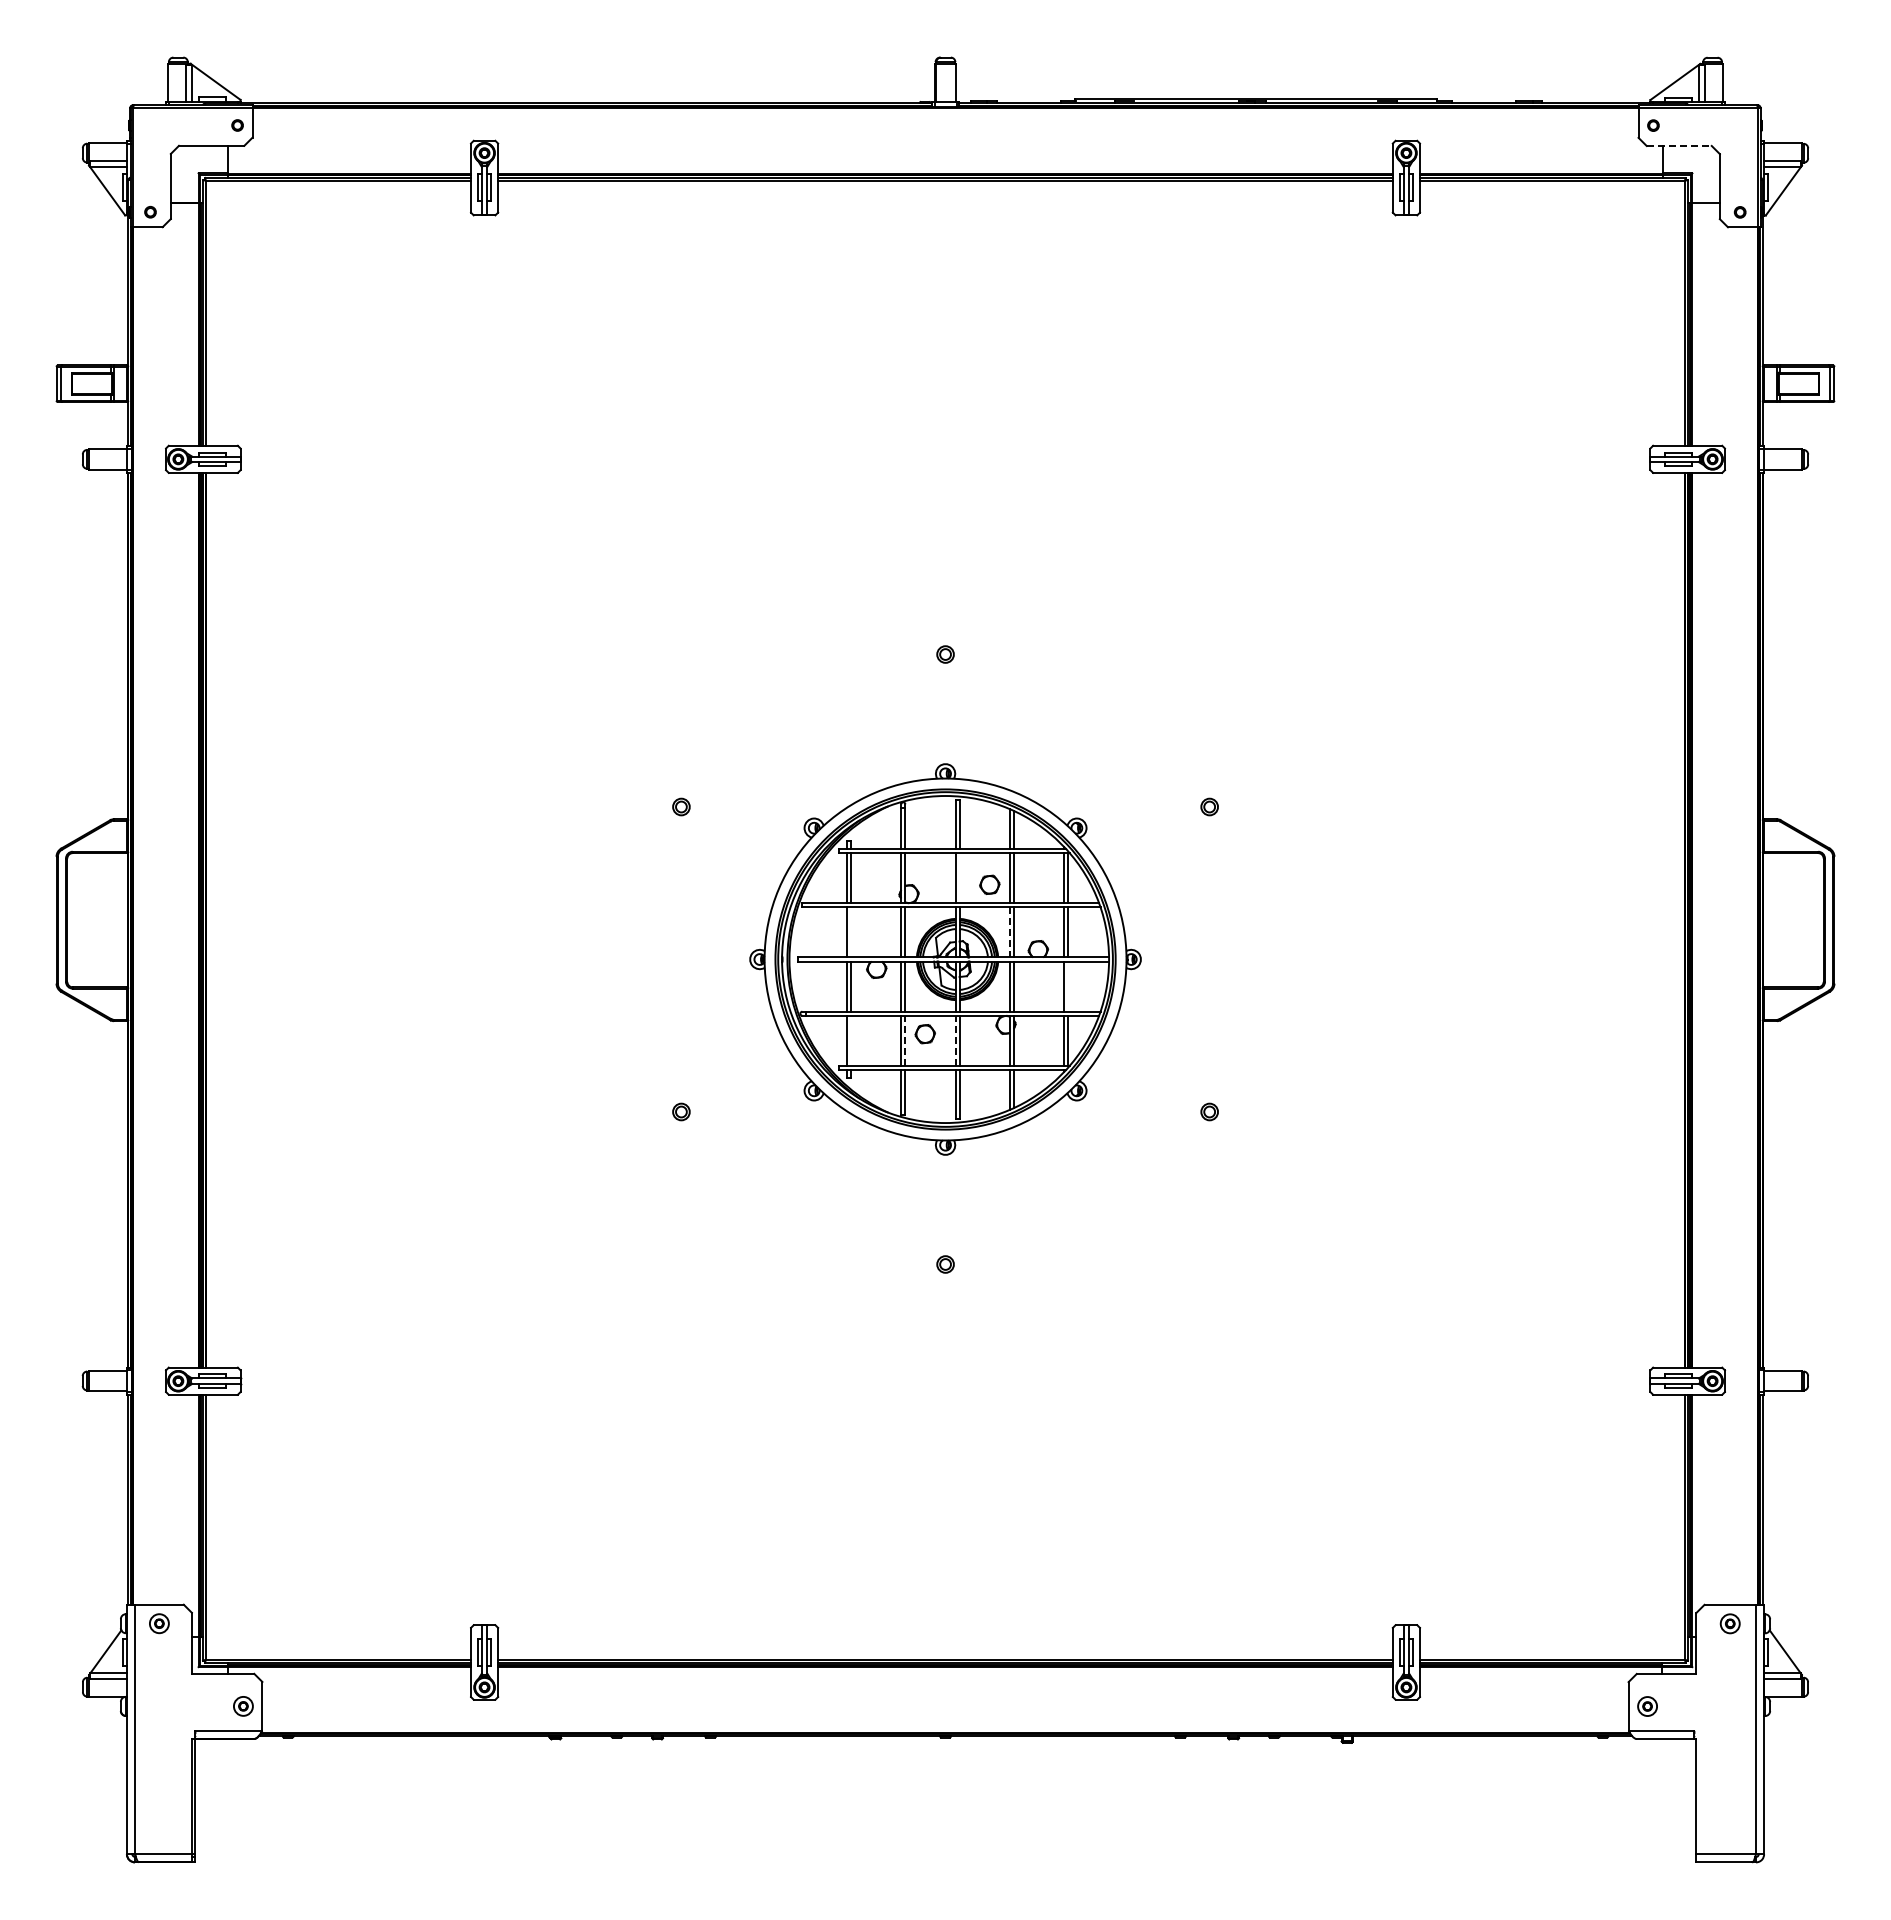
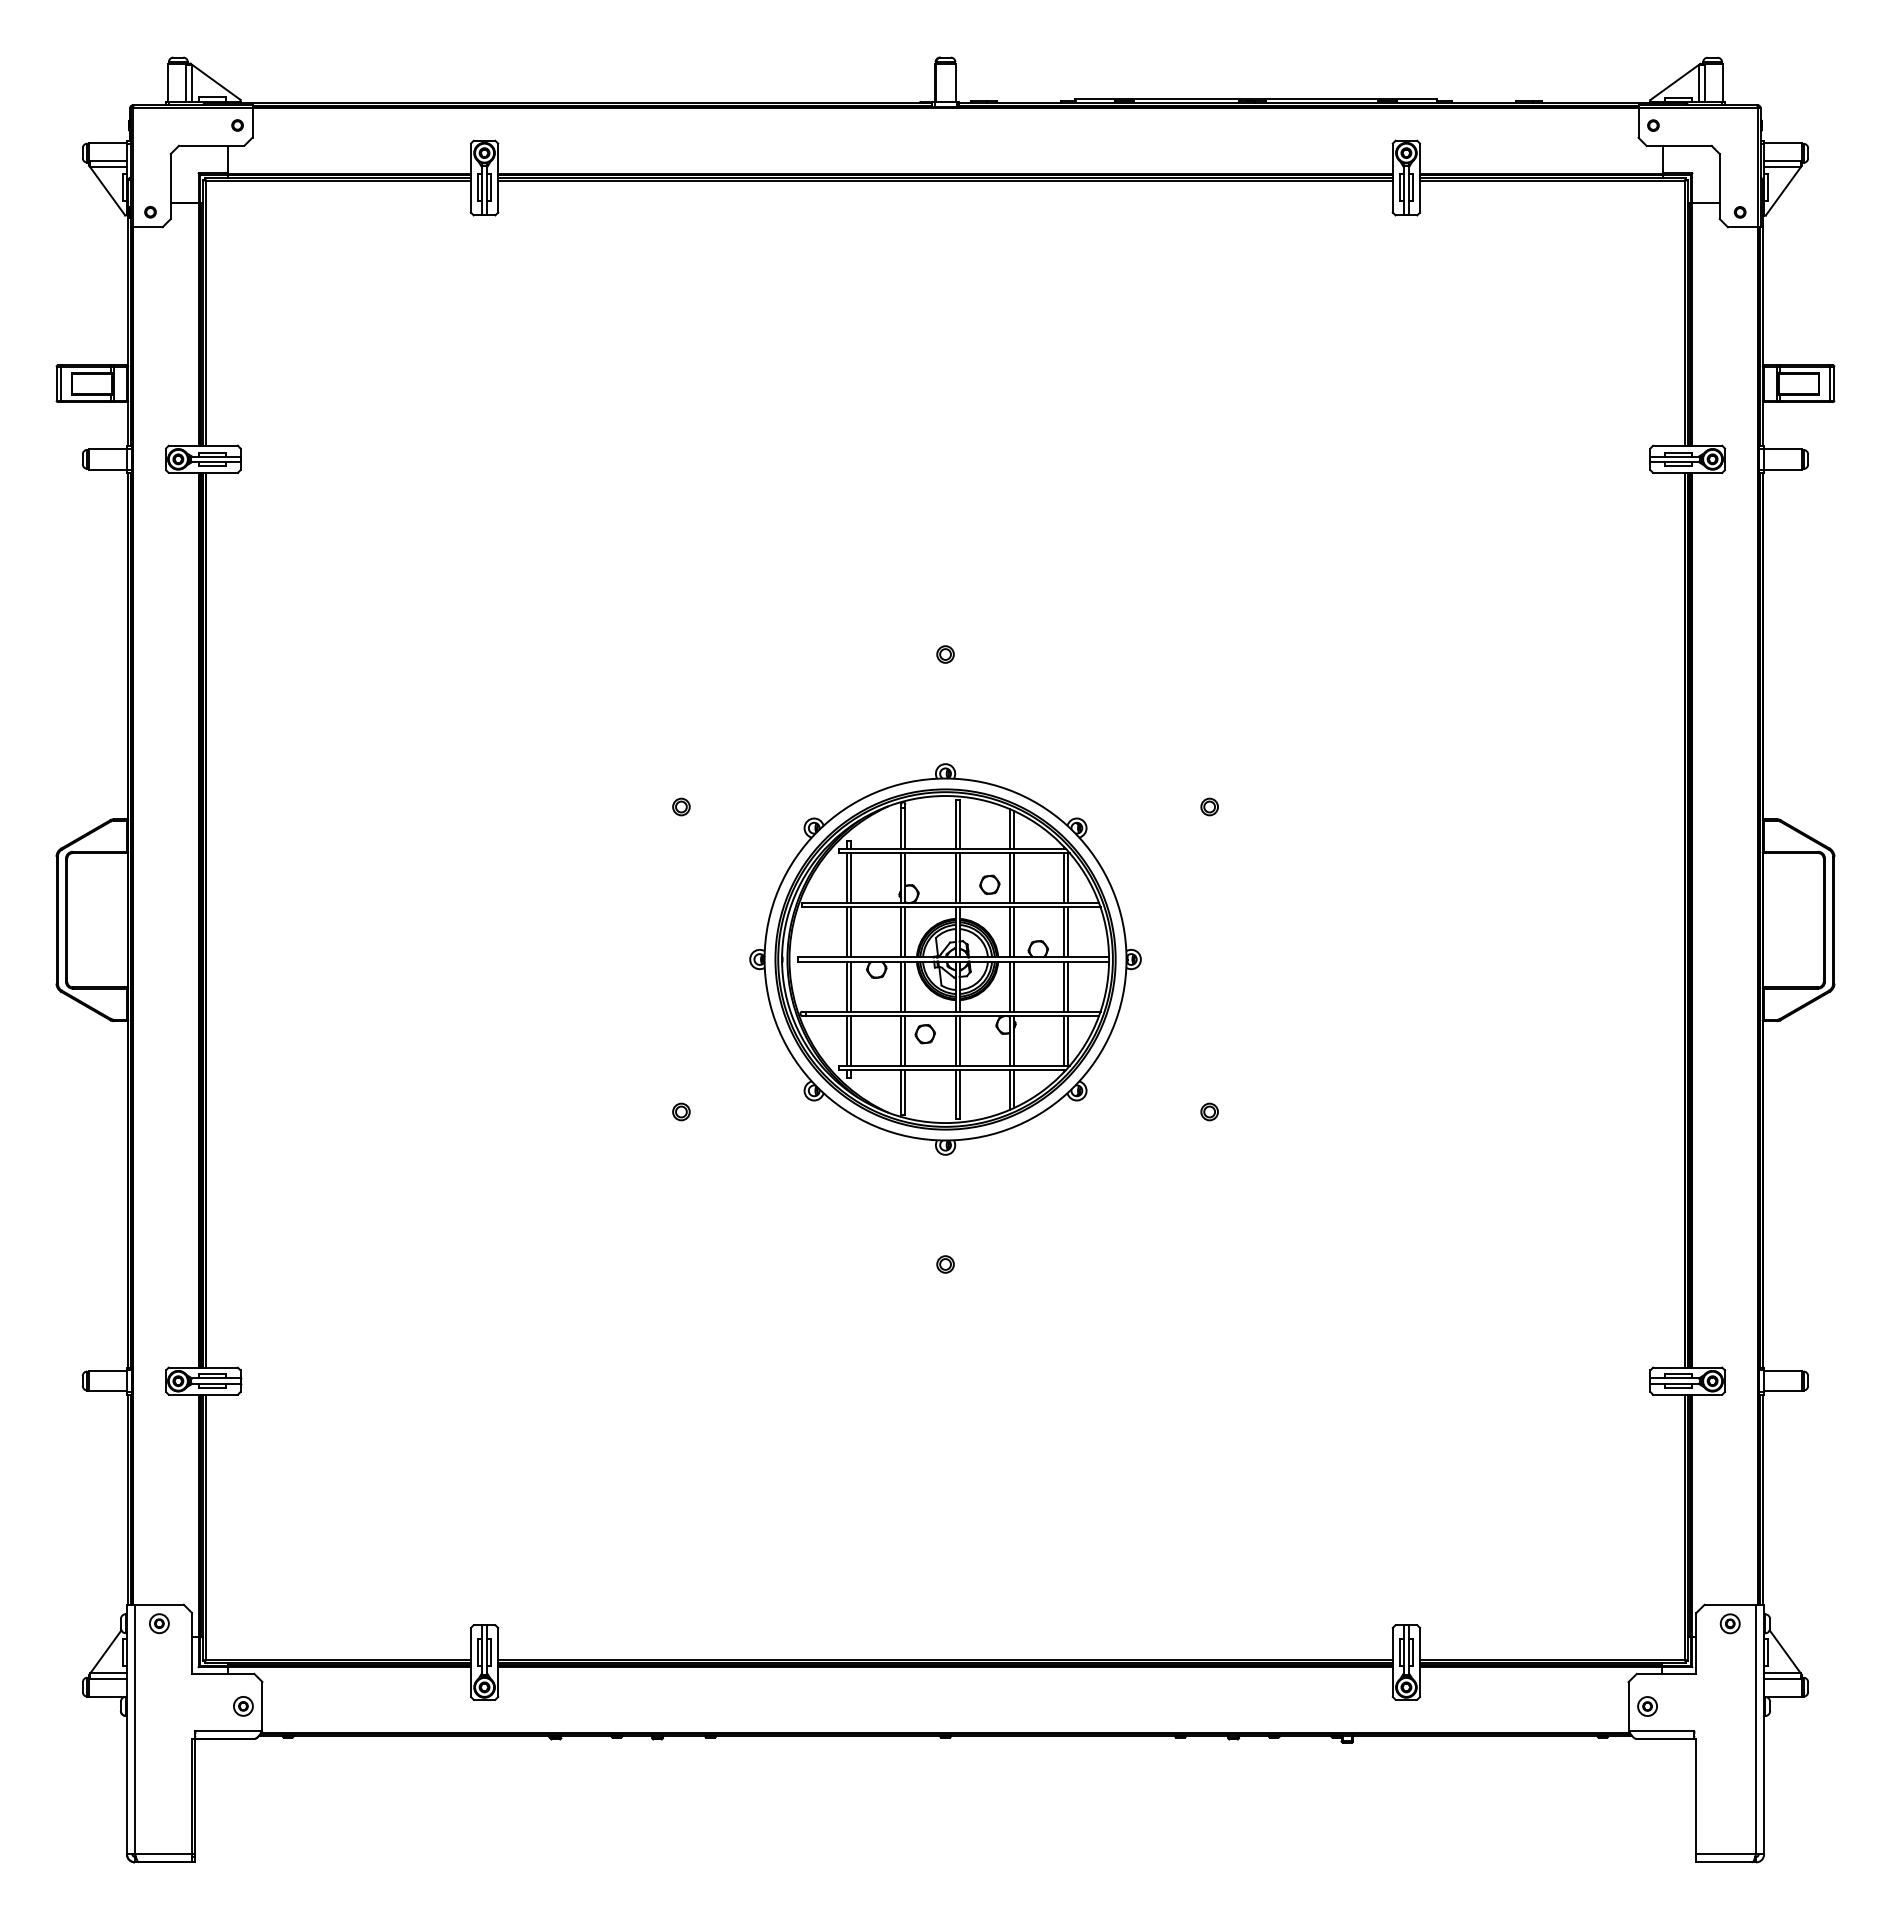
line at (1679, 145): dashed -> solid
line at (959, 878): none -> present
line at (851, 932): none -> present
line at (1009, 932): dashed -> solid
line at (1068, 986): none -> present
line at (851, 1040): none -> present
line at (905, 1040): dashed -> solid
line at (955, 1040): dashed -> solid
